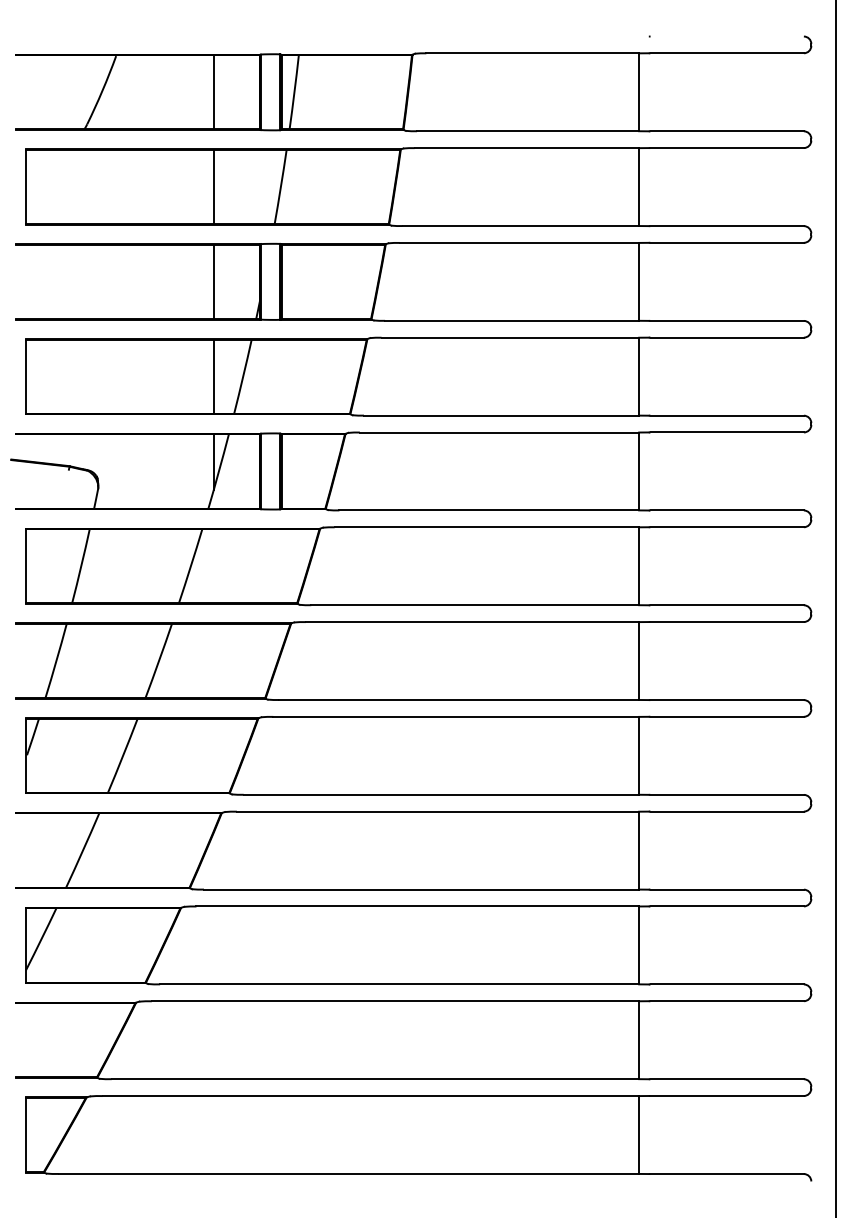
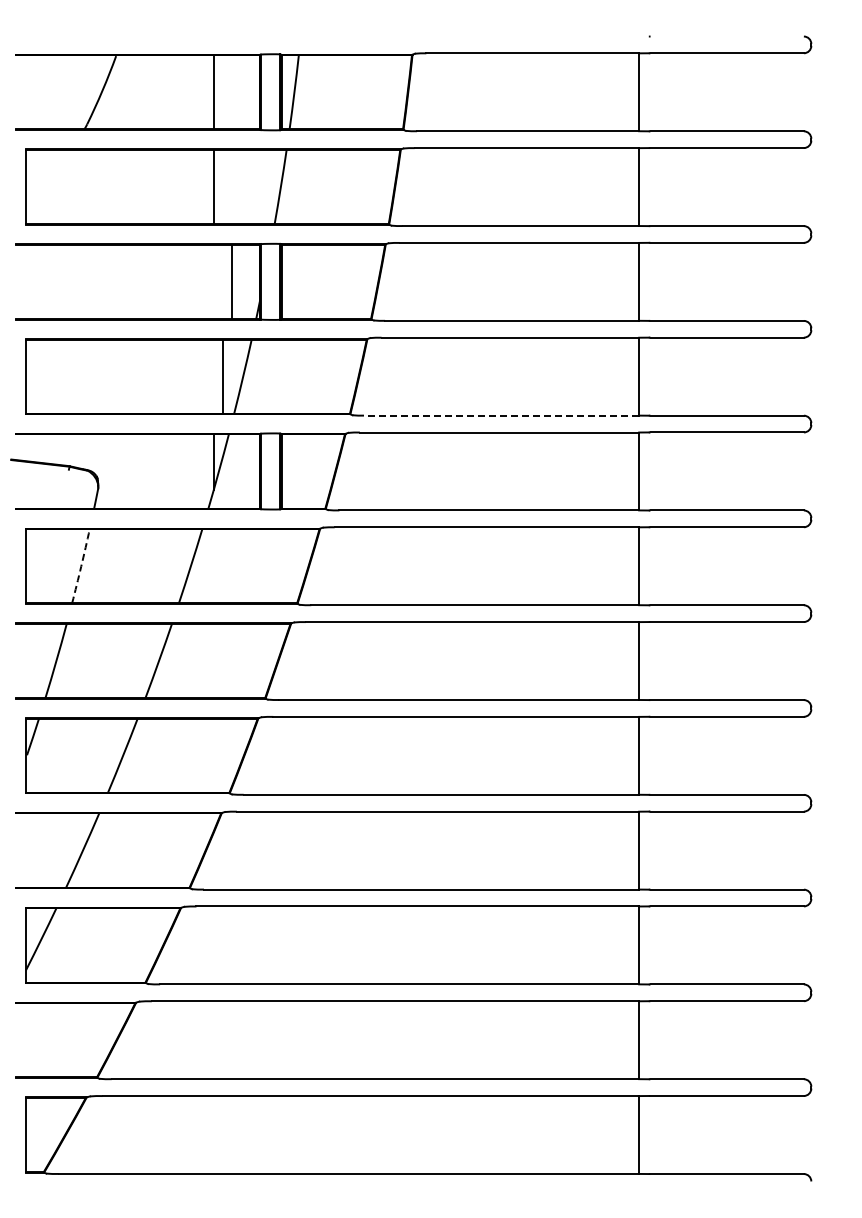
line at (213, 281) position: (213, 281) -> (231, 281)
line at (213, 376) position: (213, 376) -> (222, 376)
line at (501, 415): solid -> dashed
arc at (81, 566): solid -> dashed
line at (836, 608): present -> none
